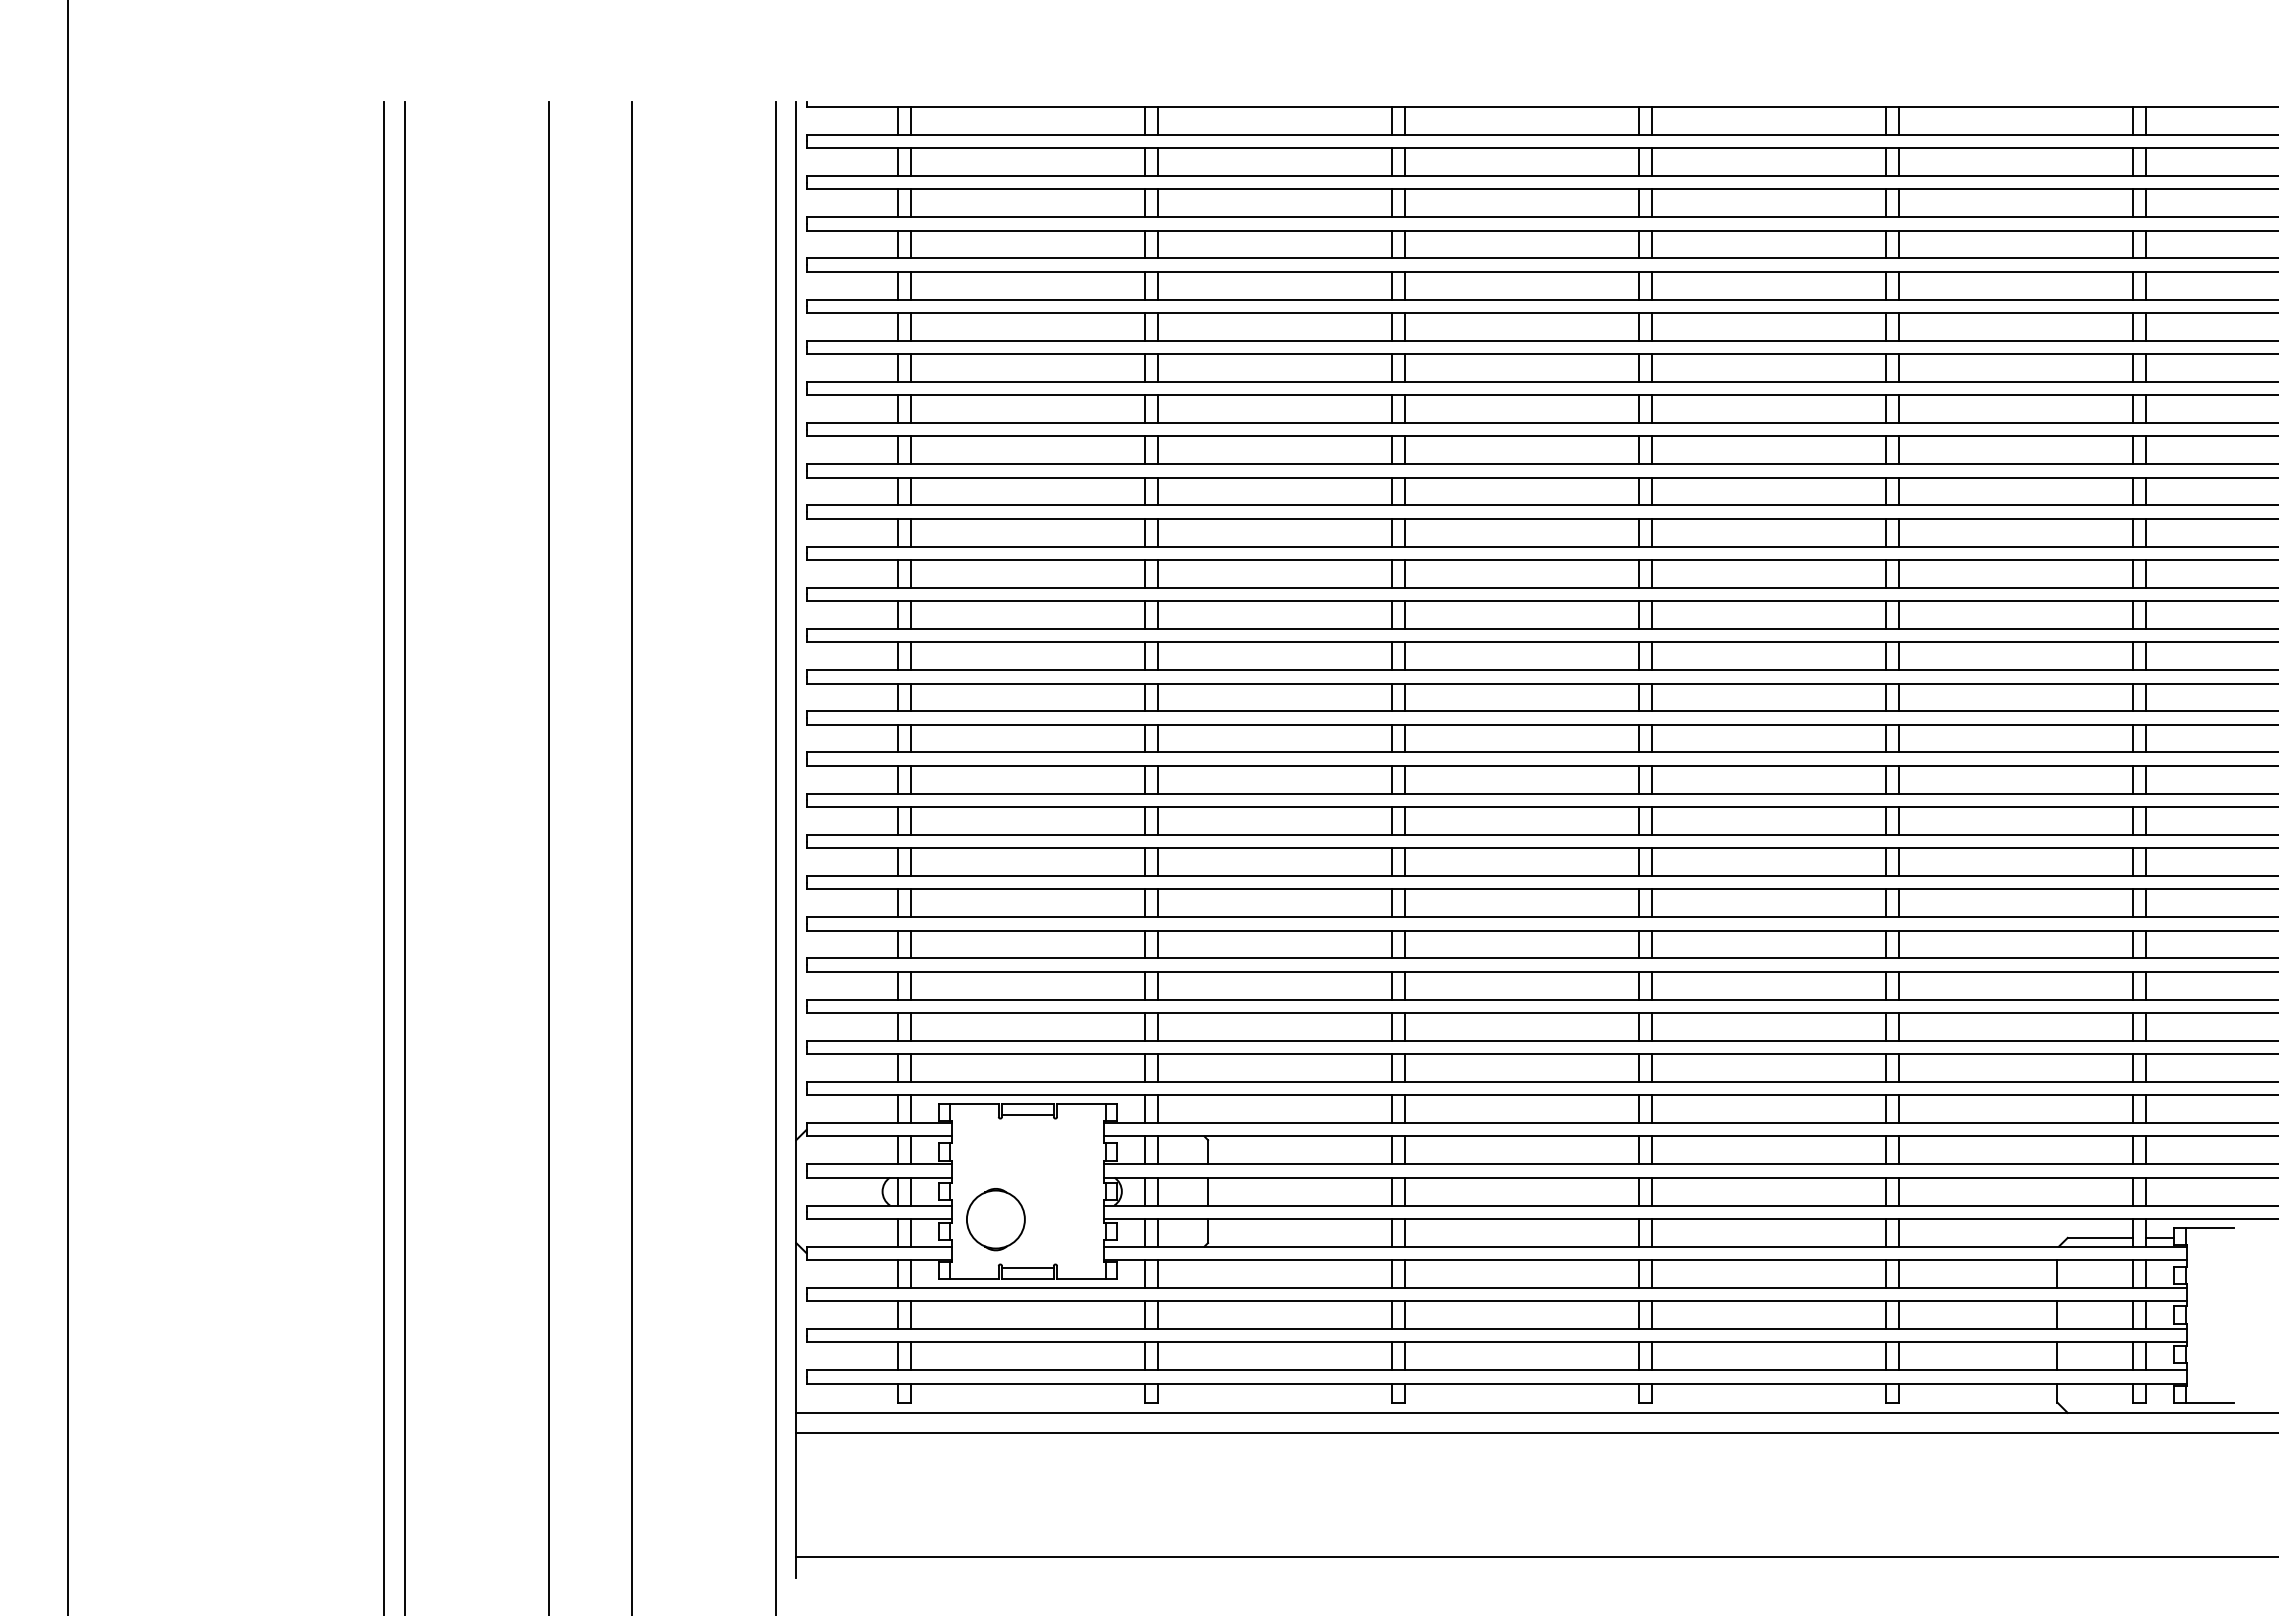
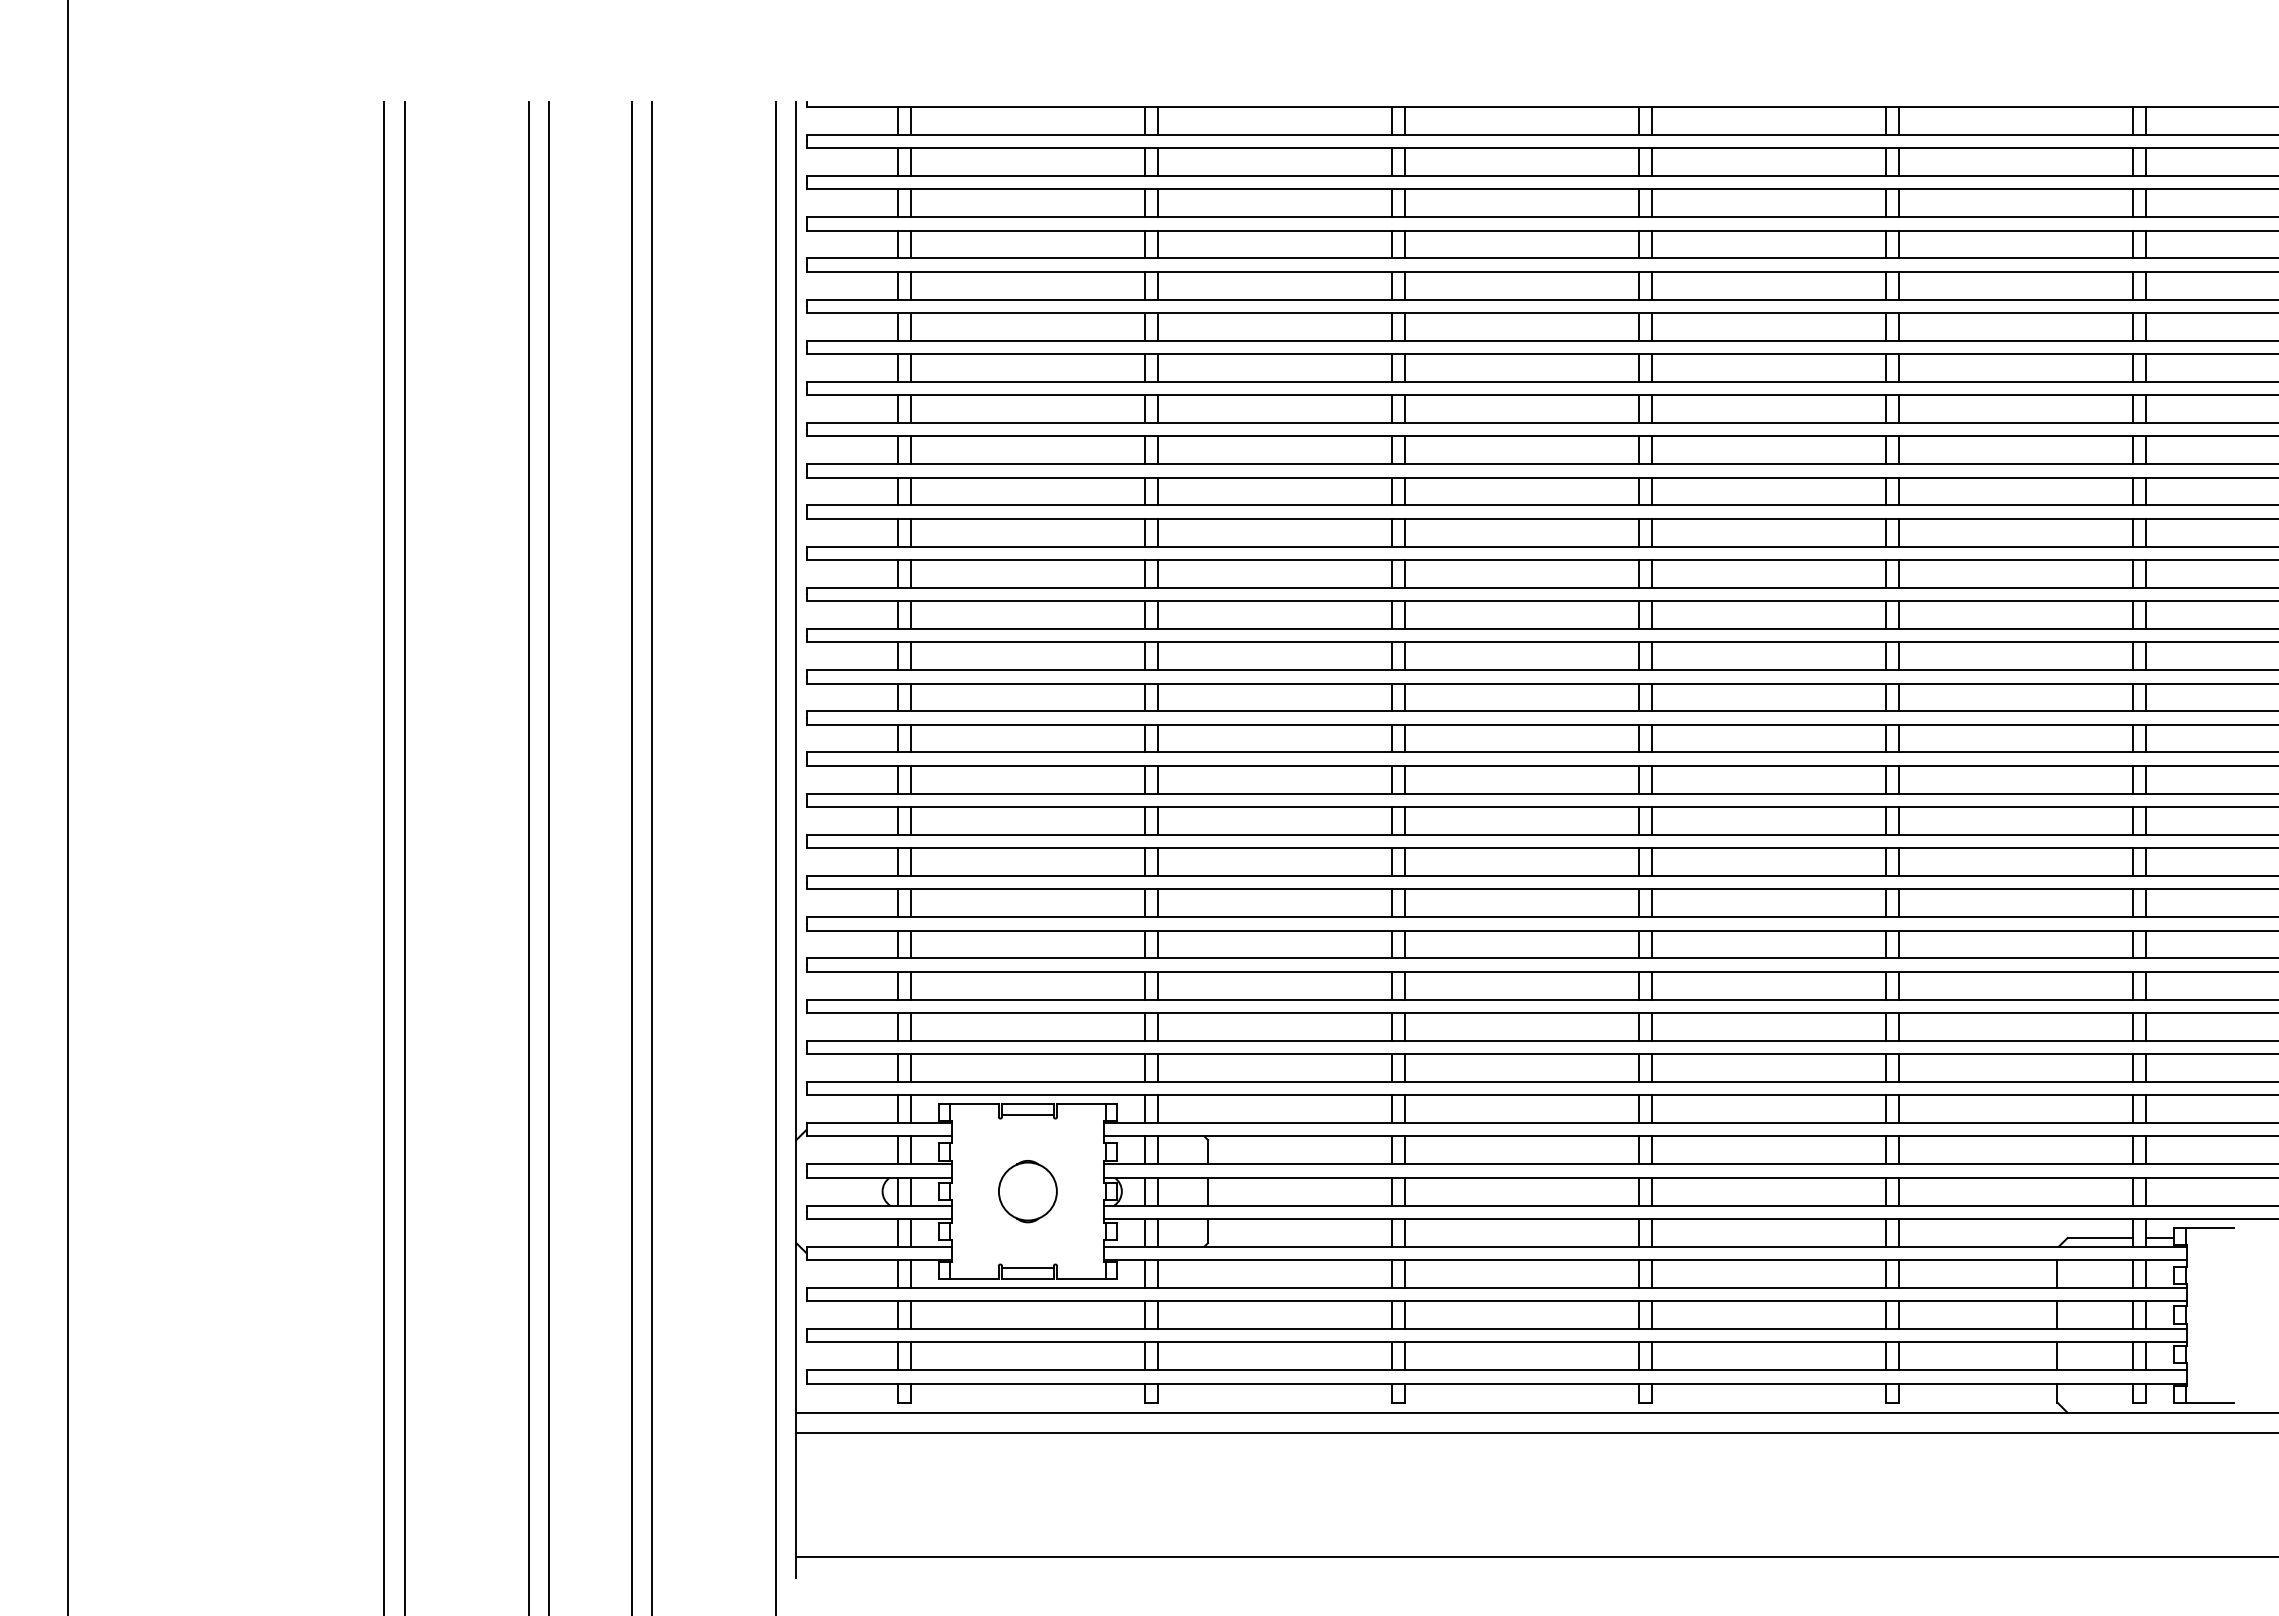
line at (528, 857): none -> present
line at (652, 857): none -> present
part at (995, 1219) position: (995, 1219) -> (1027, 1191)
